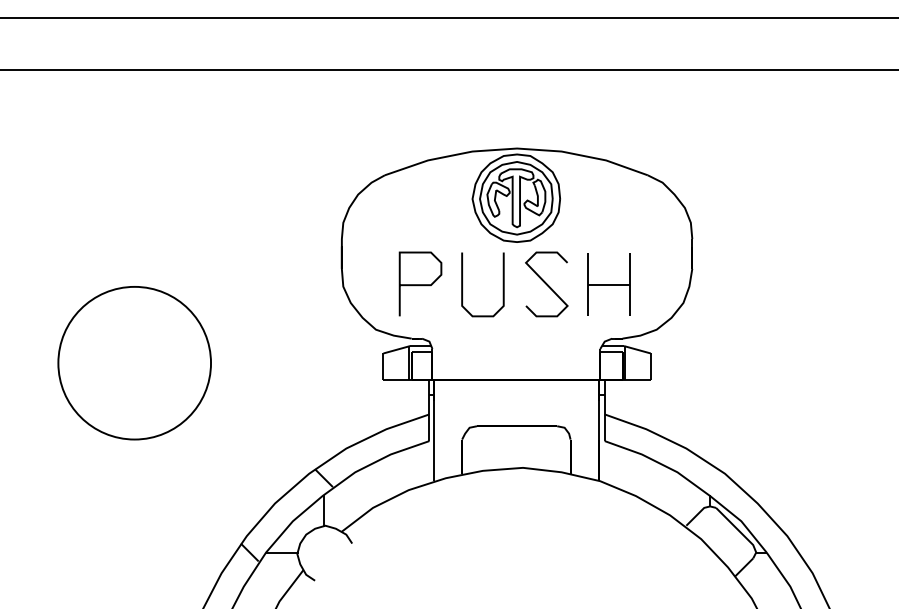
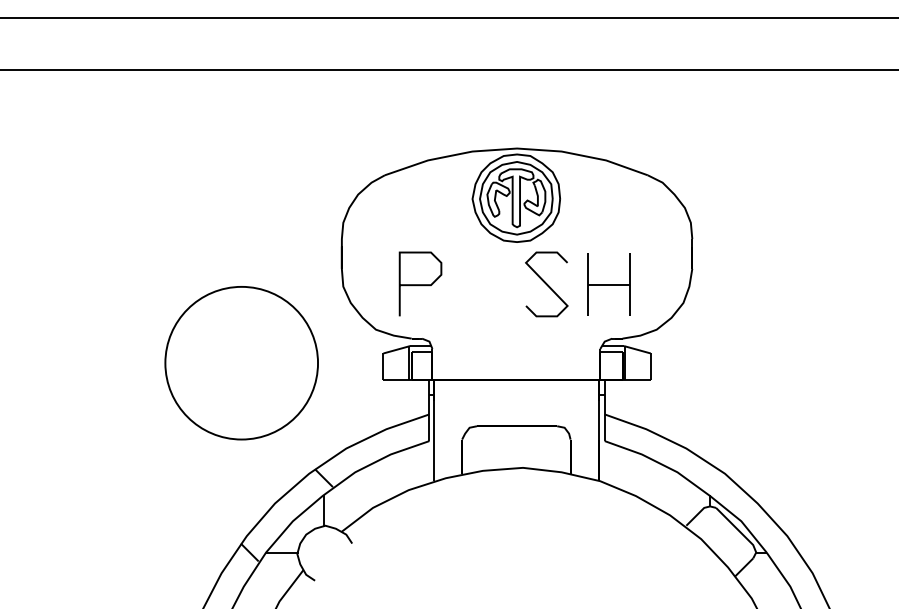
curve at (462, 284): present -> none
part at (134, 363) position: (134, 363) -> (241, 363)
